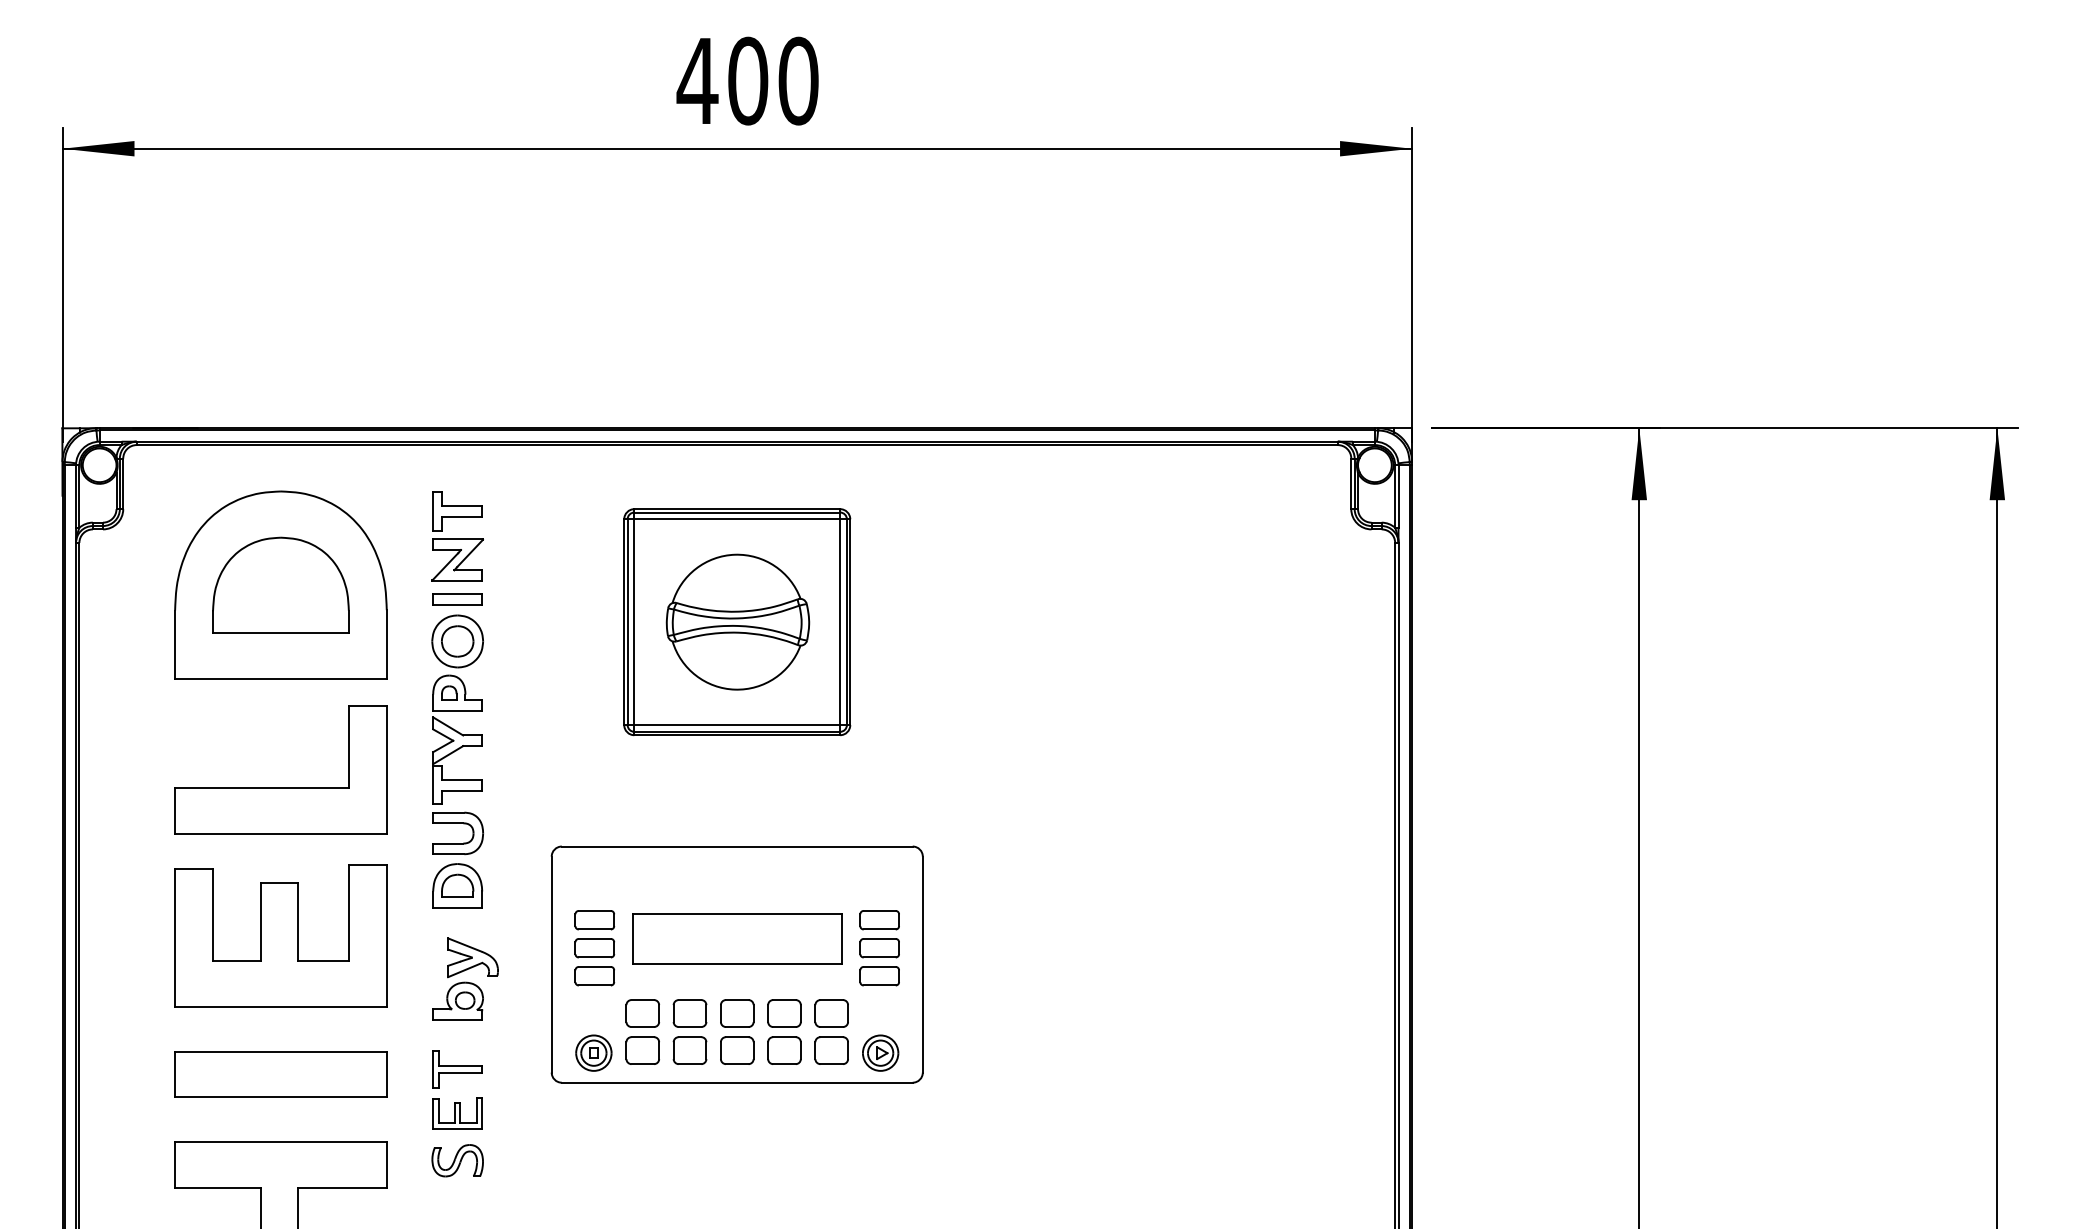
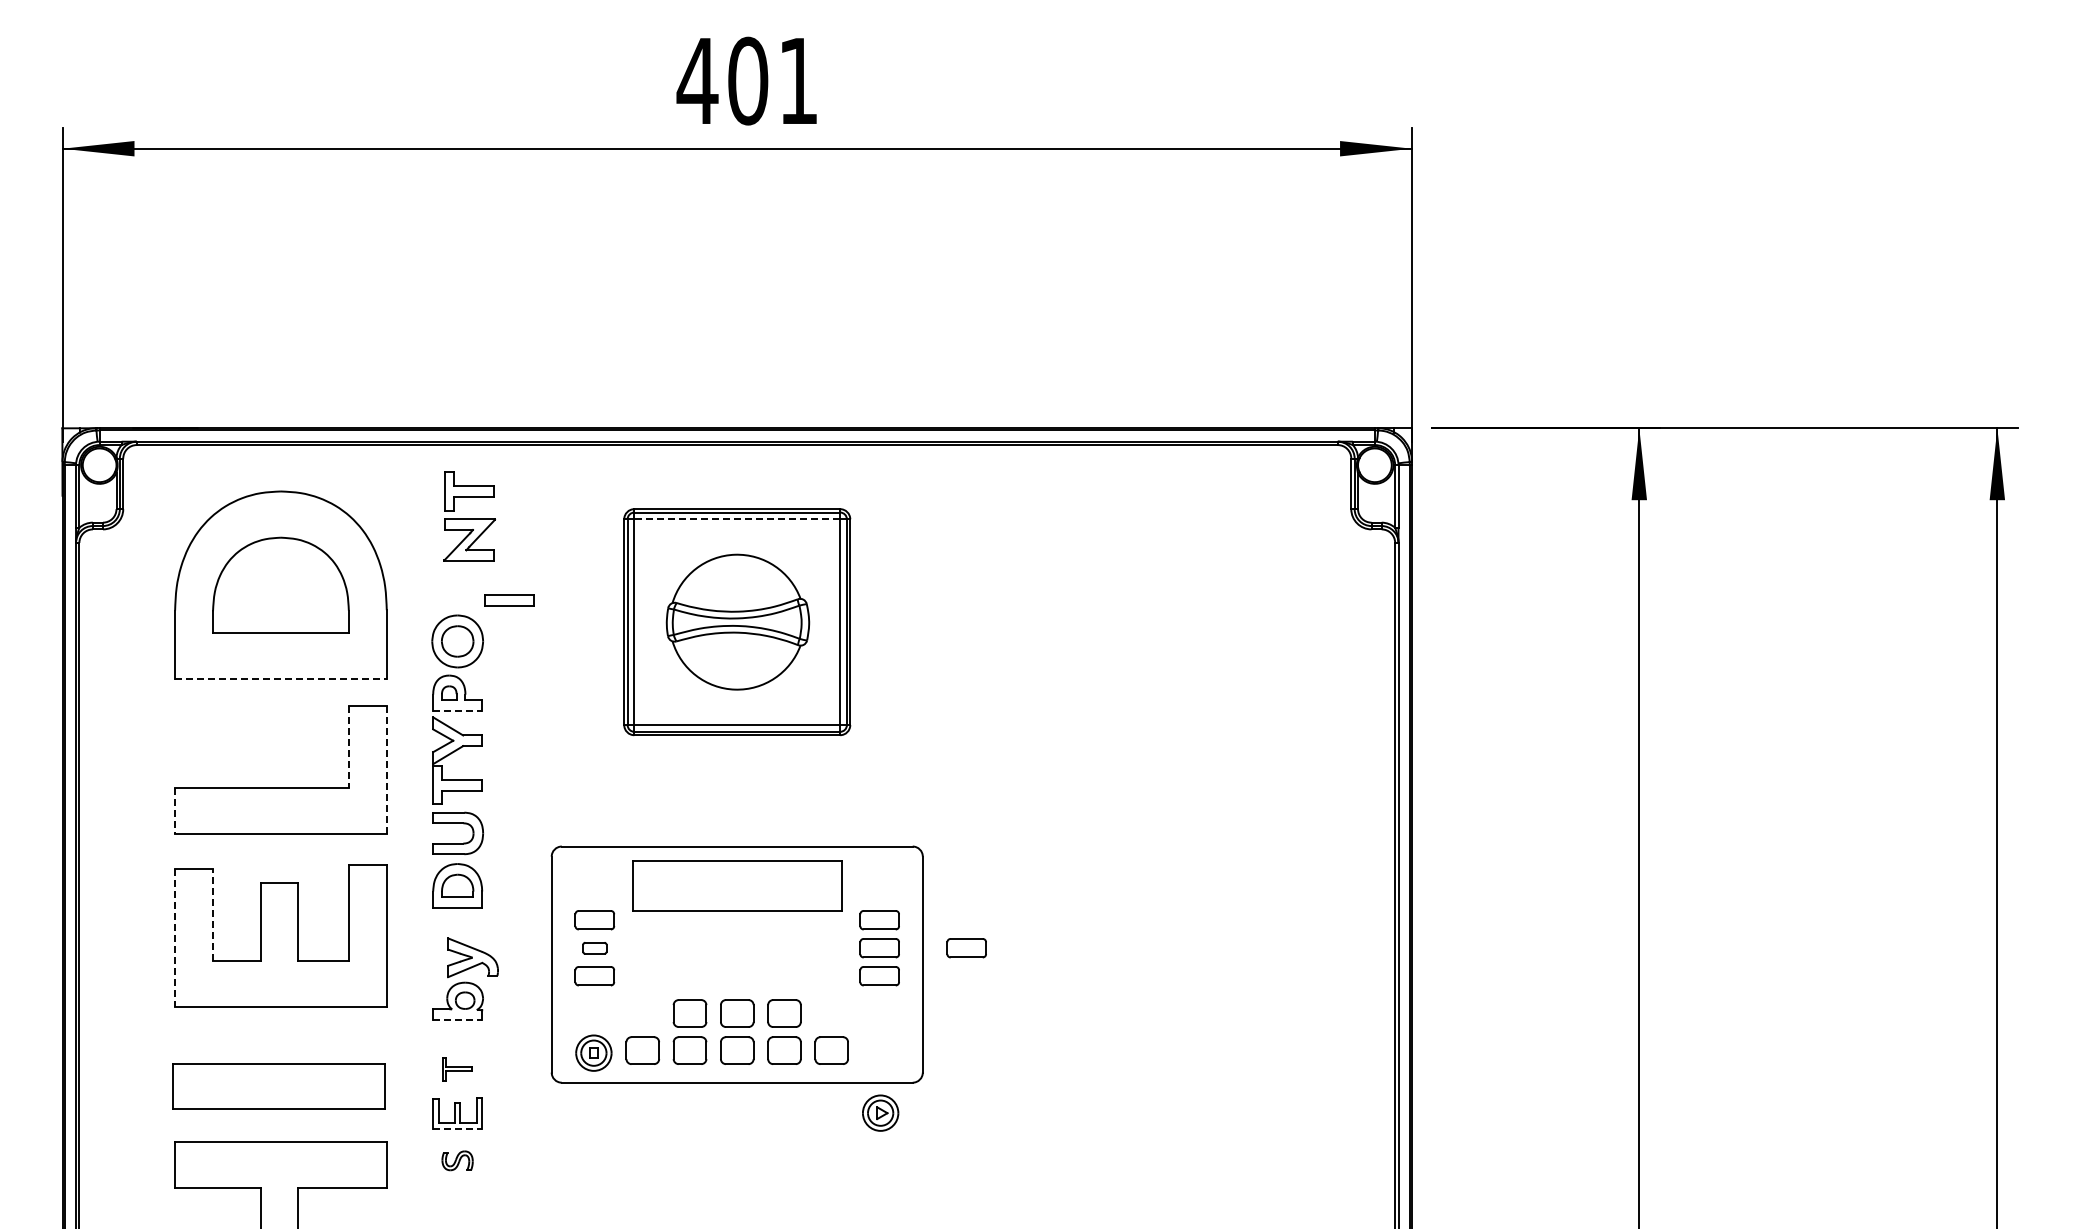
text at (798, 80): 400 -> 401
line at (737, 519): solid -> dashed
part at (457, 536) position: (457, 536) -> (469, 516)
part at (457, 599) position: (457, 599) -> (509, 600)
line at (280, 679): solid -> dashed
line at (457, 710): solid -> dashed
line at (348, 747): solid -> dashed
line at (386, 769): solid -> dashed
line at (175, 811): solid -> dashed
line at (213, 914): solid -> dashed
line at (175, 938): solid -> dashed
part at (737, 938) position: (737, 938) -> (737, 885)
part at (594, 948) size: 42x21 px -> 26x13 px
part at (966, 948): none -> present
part at (642, 1013): present -> none
part at (831, 1013): present -> none
line at (457, 1019): solid -> dashed
part at (880, 1052) position: (880, 1052) -> (880, 1112)
part at (457, 1069) size: 51x39 px -> 31x25 px
part at (280, 1074) position: (280, 1074) -> (278, 1086)
line at (457, 1129): solid -> dashed
part at (457, 1160) size: 53x34 px -> 33x22 px
